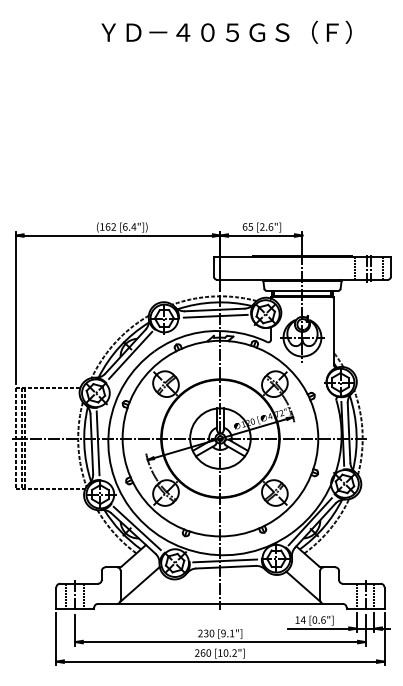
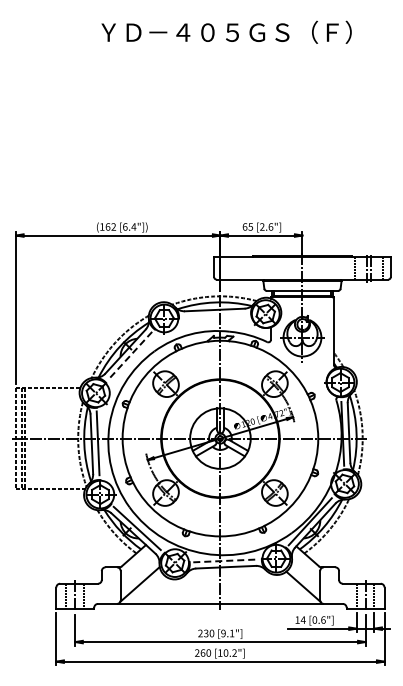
line at (215, 315): present -> none
line at (130, 355): solid -> dashed
line at (225, 560): solid -> dashed
